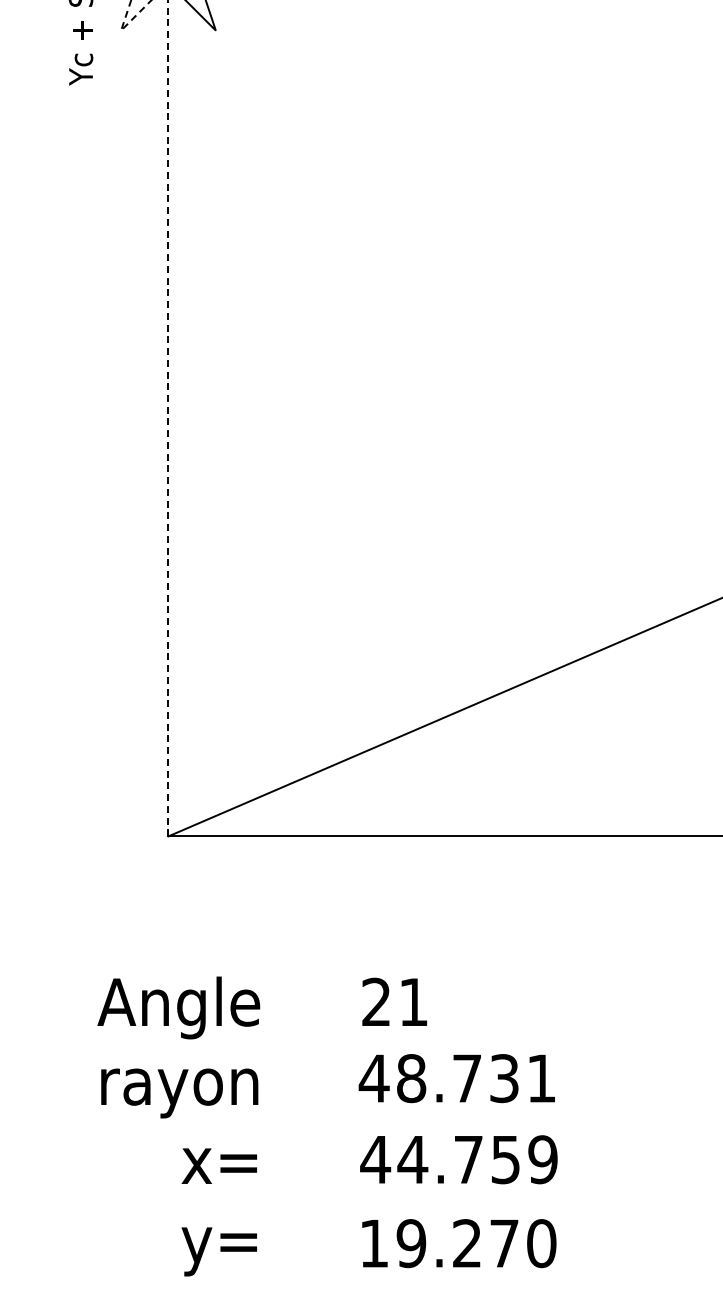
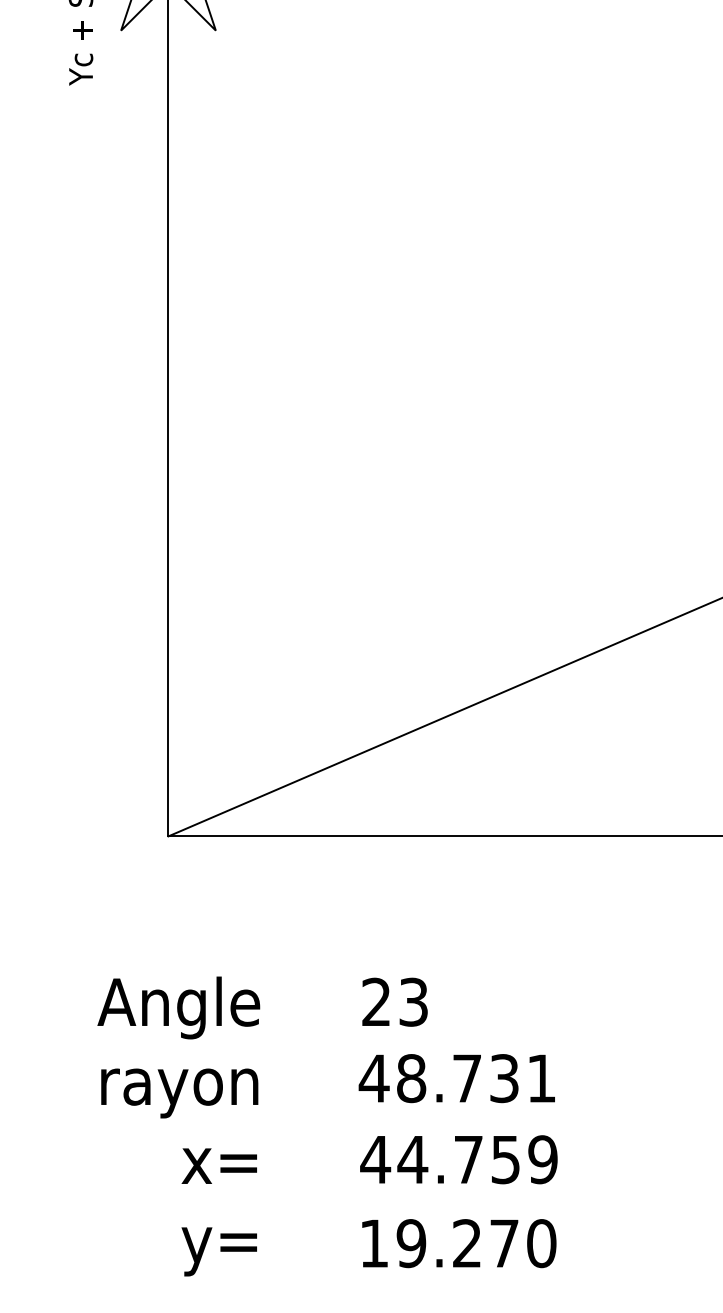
line at (125, 26): dashed -> solid
line at (168, 418): dashed -> solid
text at (413, 1001): 21 -> 23
